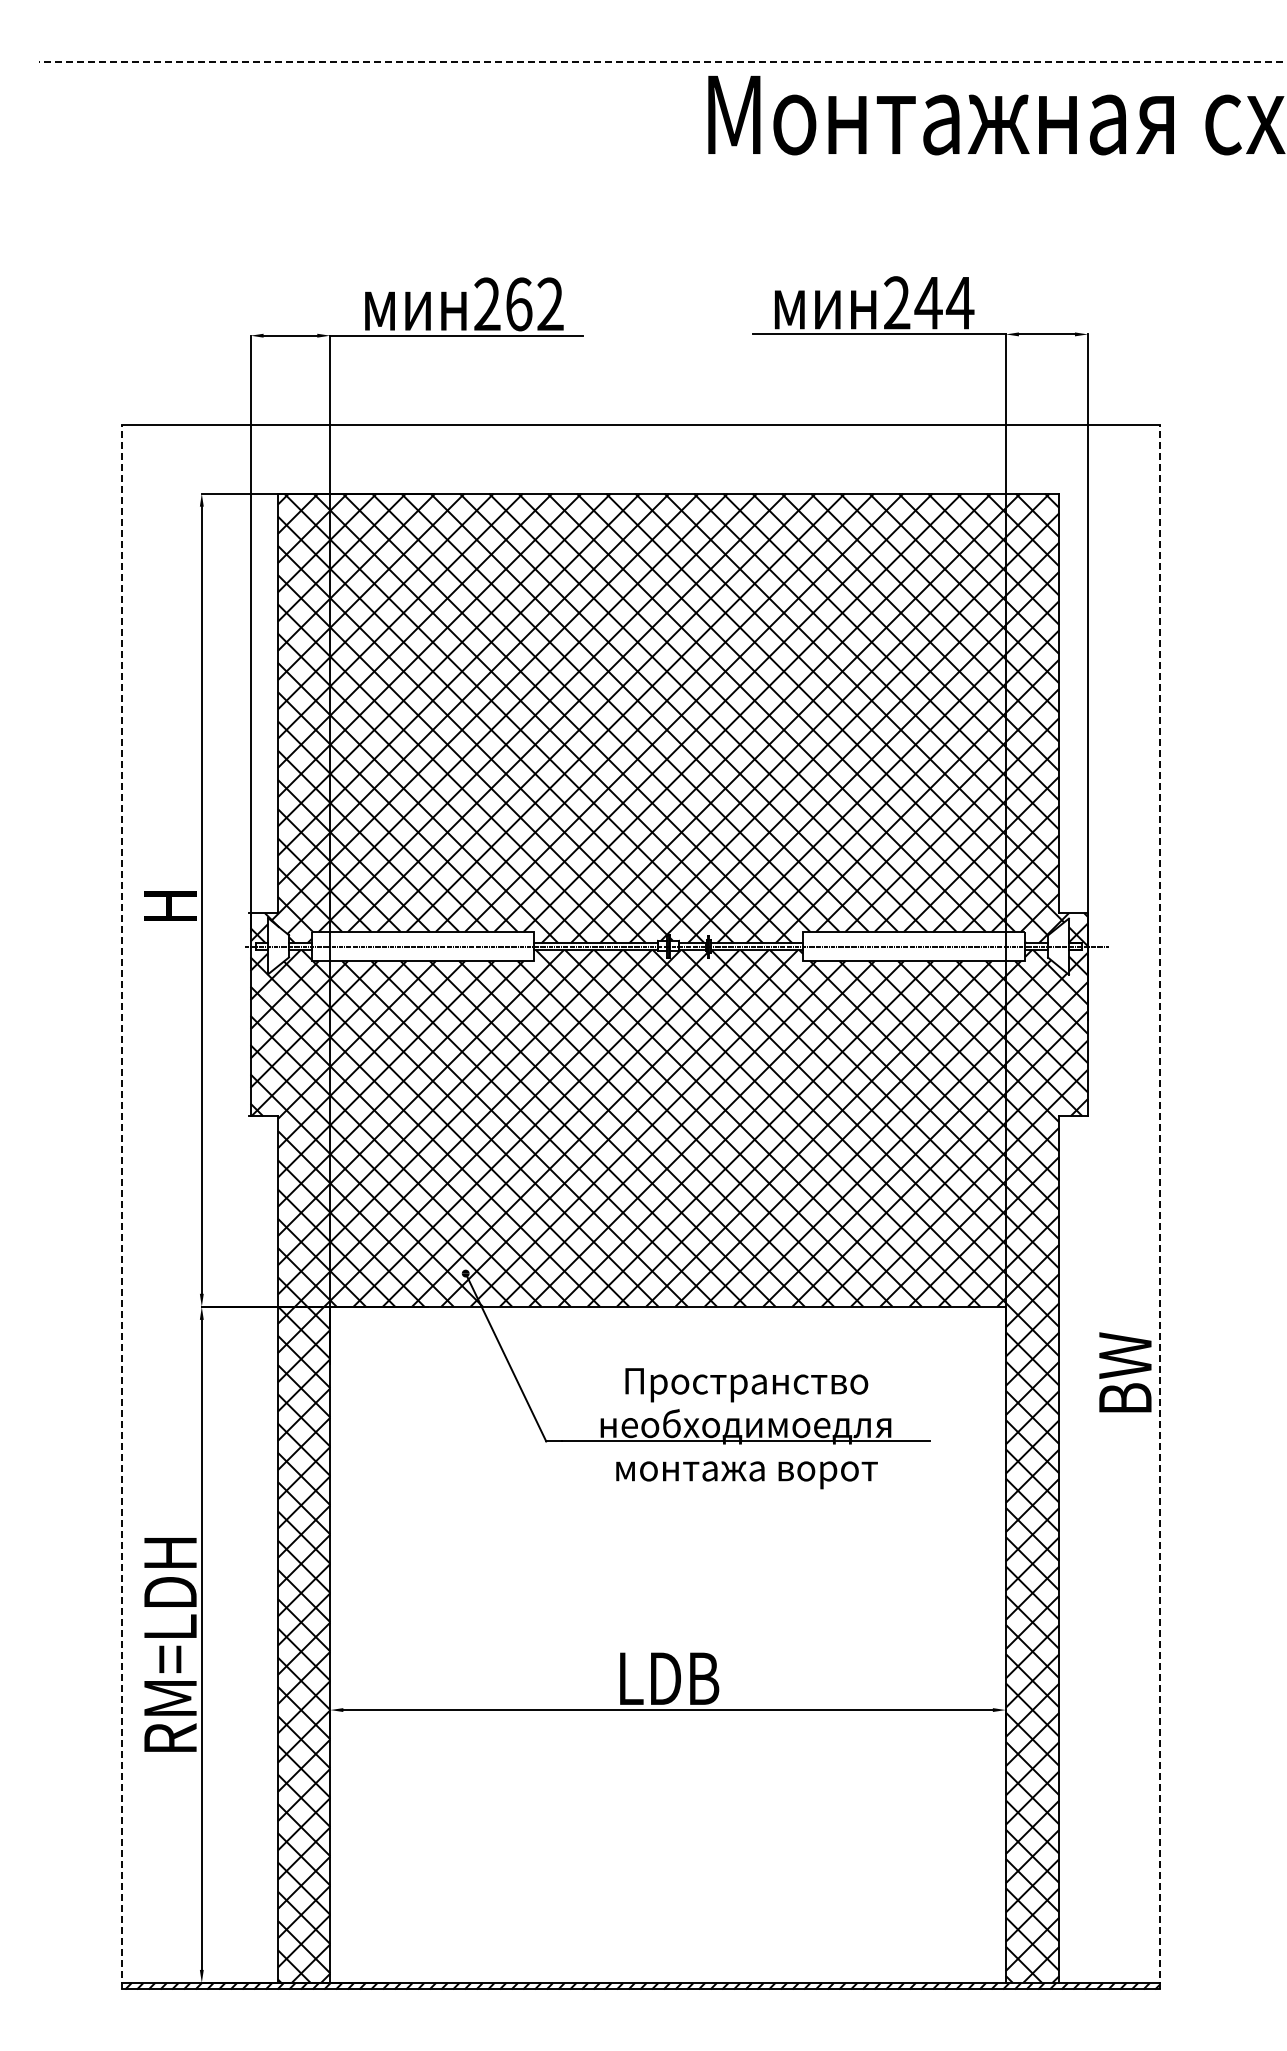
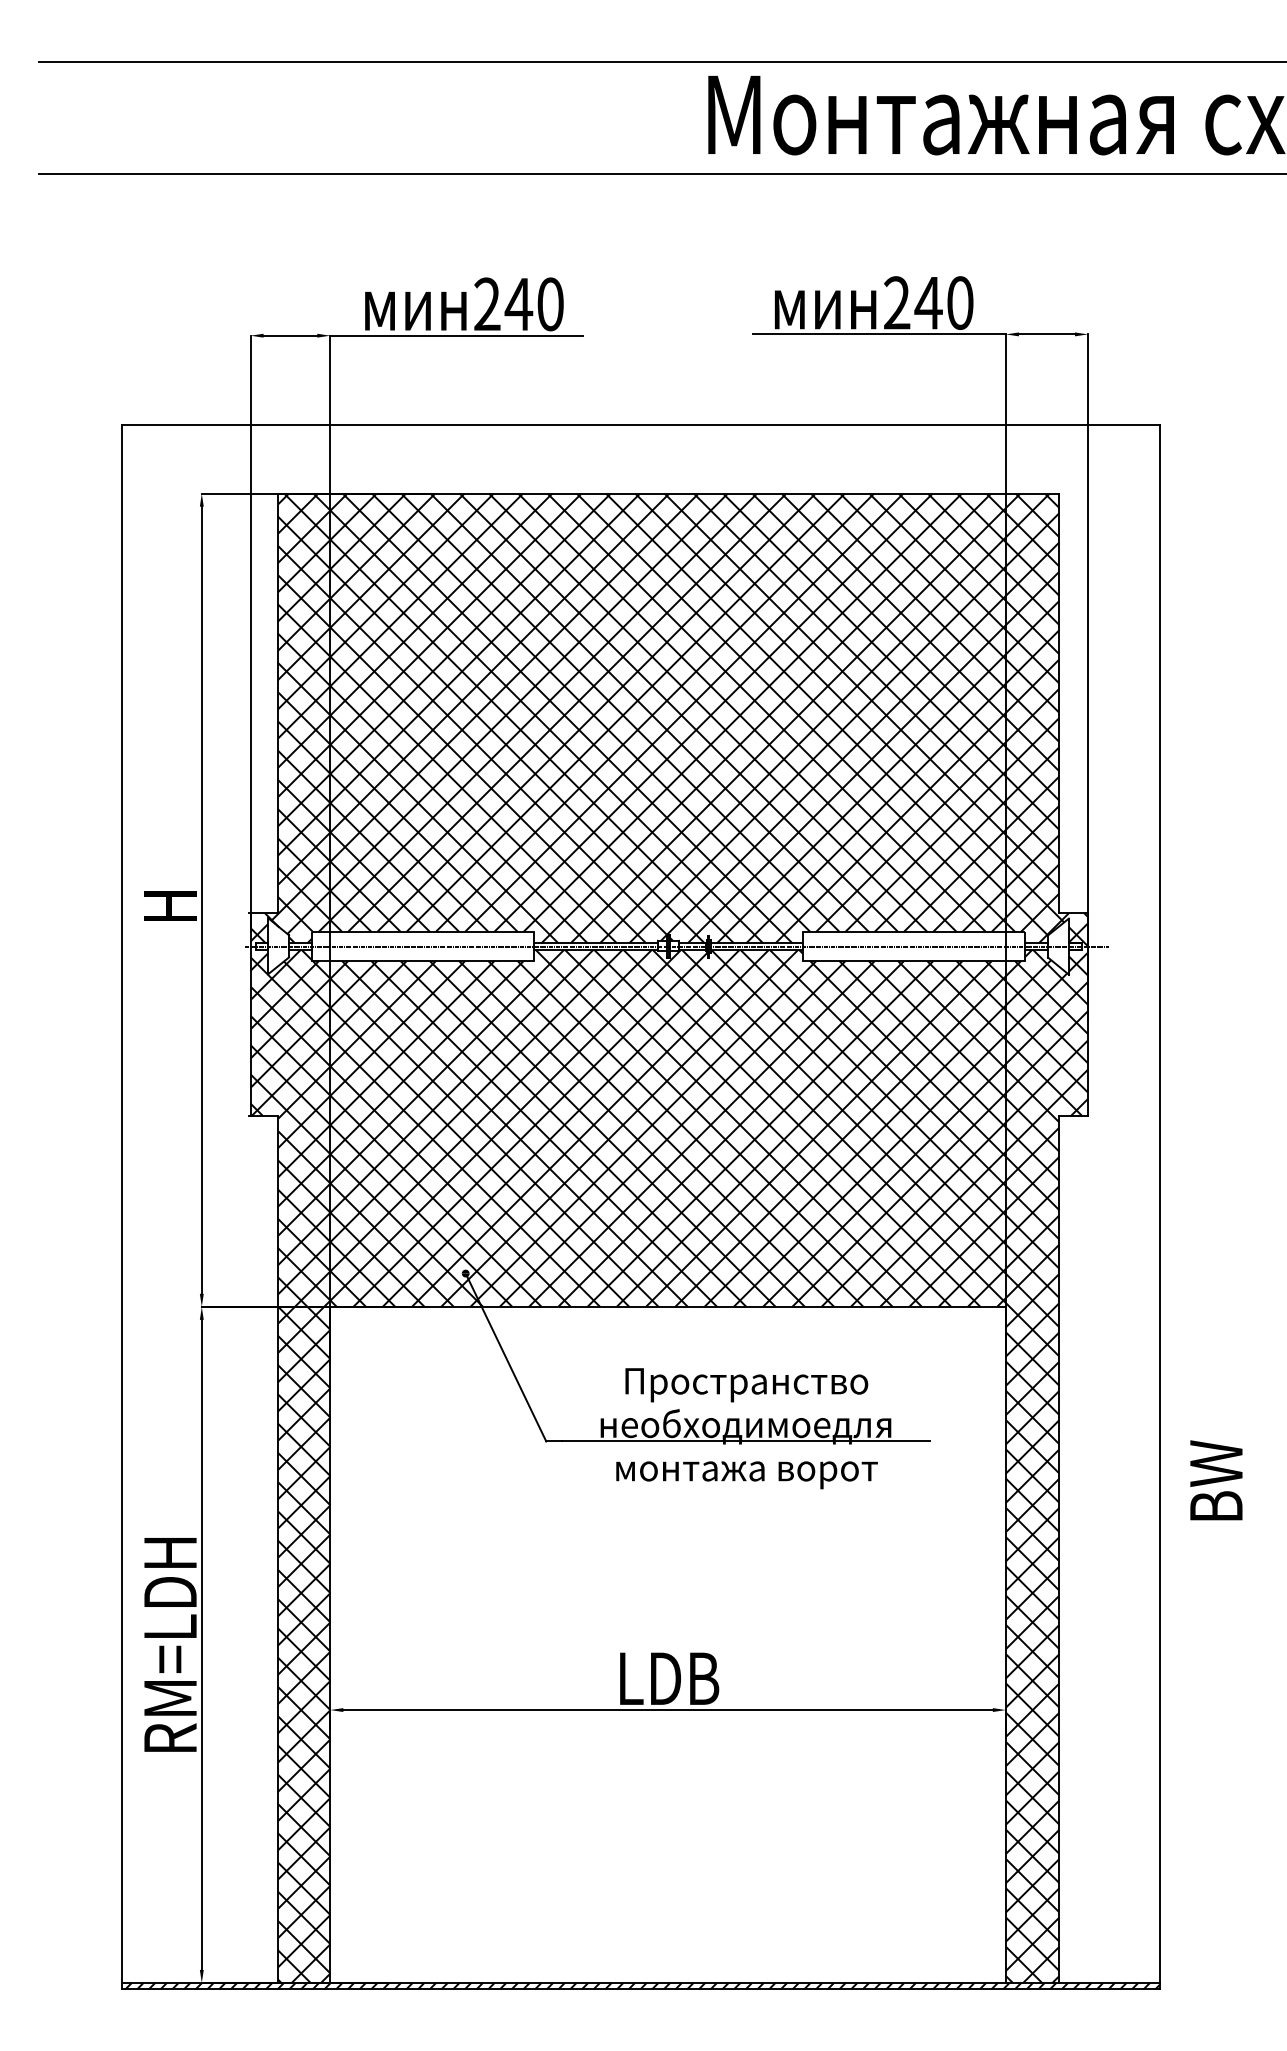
line at (662, 61): dashed -> solid
line at (660, 174): none -> present
text at (959, 303): 244 -> 240
text at (533, 304): 262 -> 240
line at (121, 1206): dashed -> solid
line at (1159, 1206): dashed -> solid
text at (1125, 1372) position: (1125, 1372) -> (1216, 1480)
